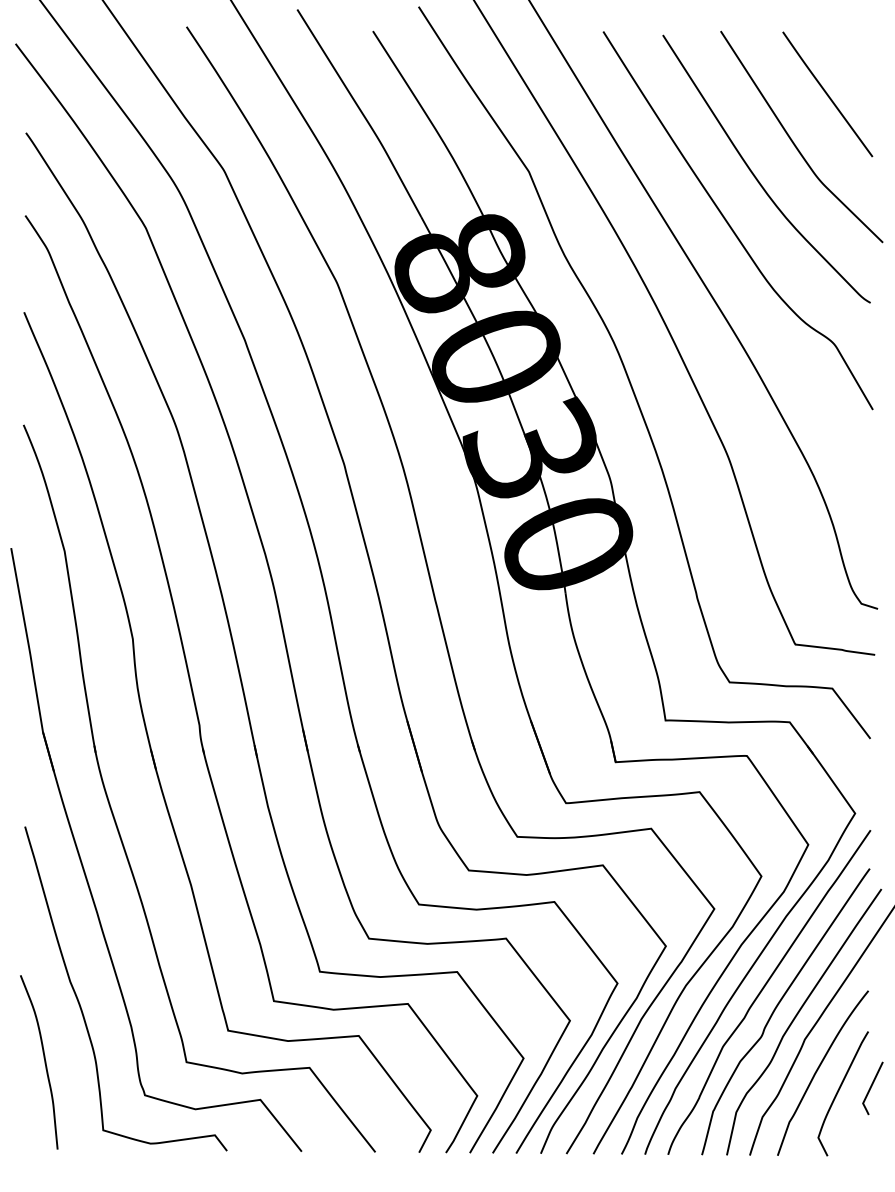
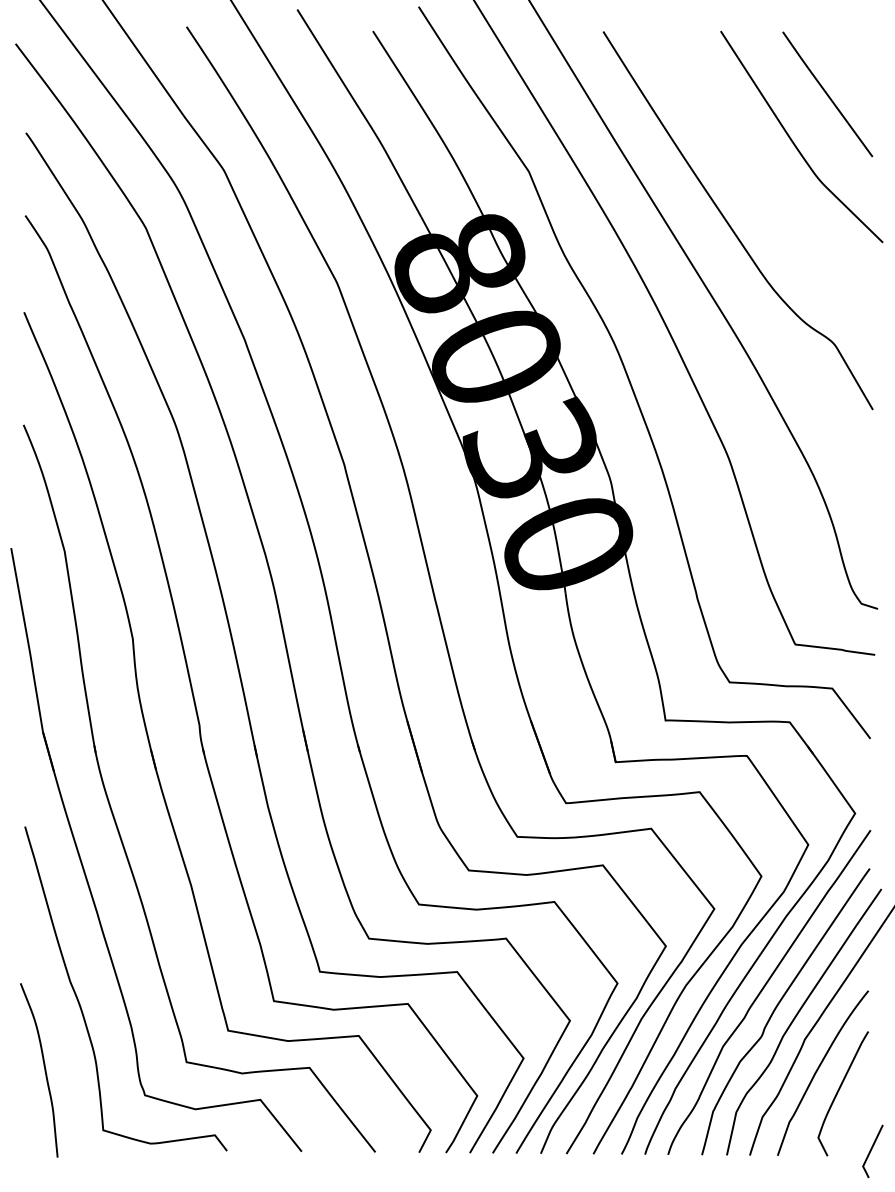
curve at (755, 175): present -> none
curve at (44, 1062) position: (44, 1062) -> (44, 1070)
curve at (871, 1088) position: (871, 1088) -> (871, 1151)
